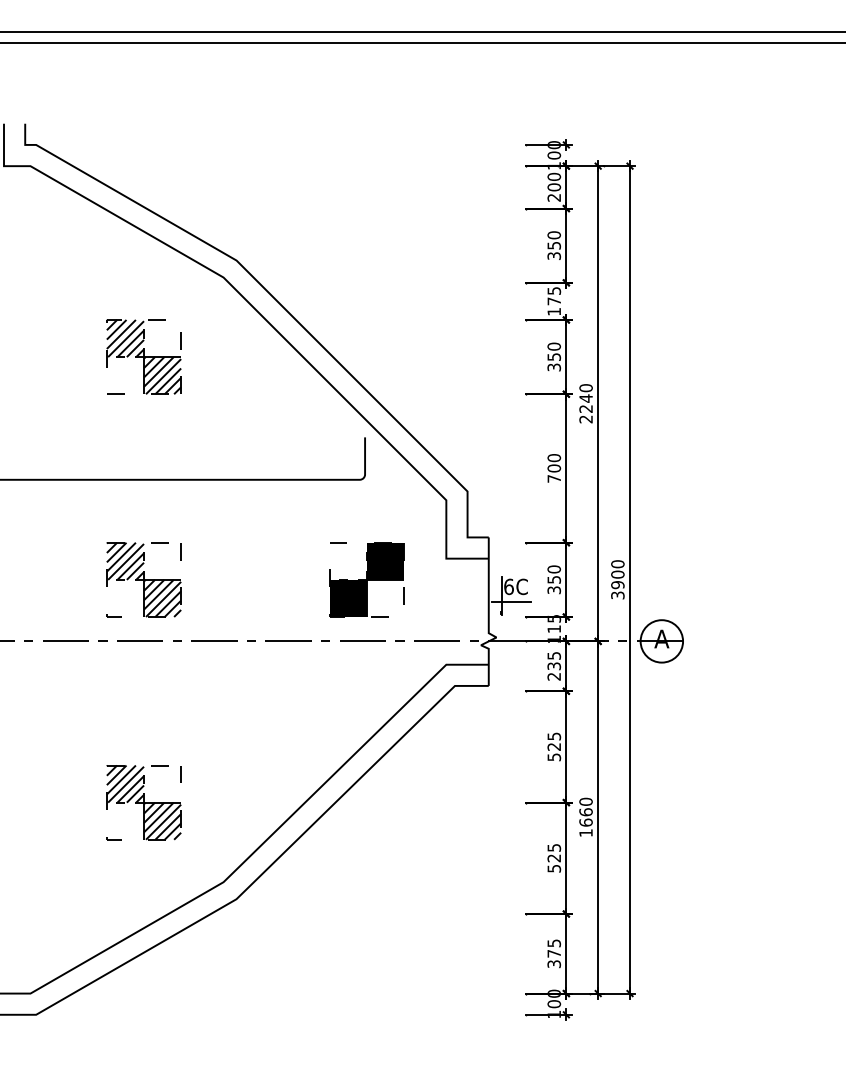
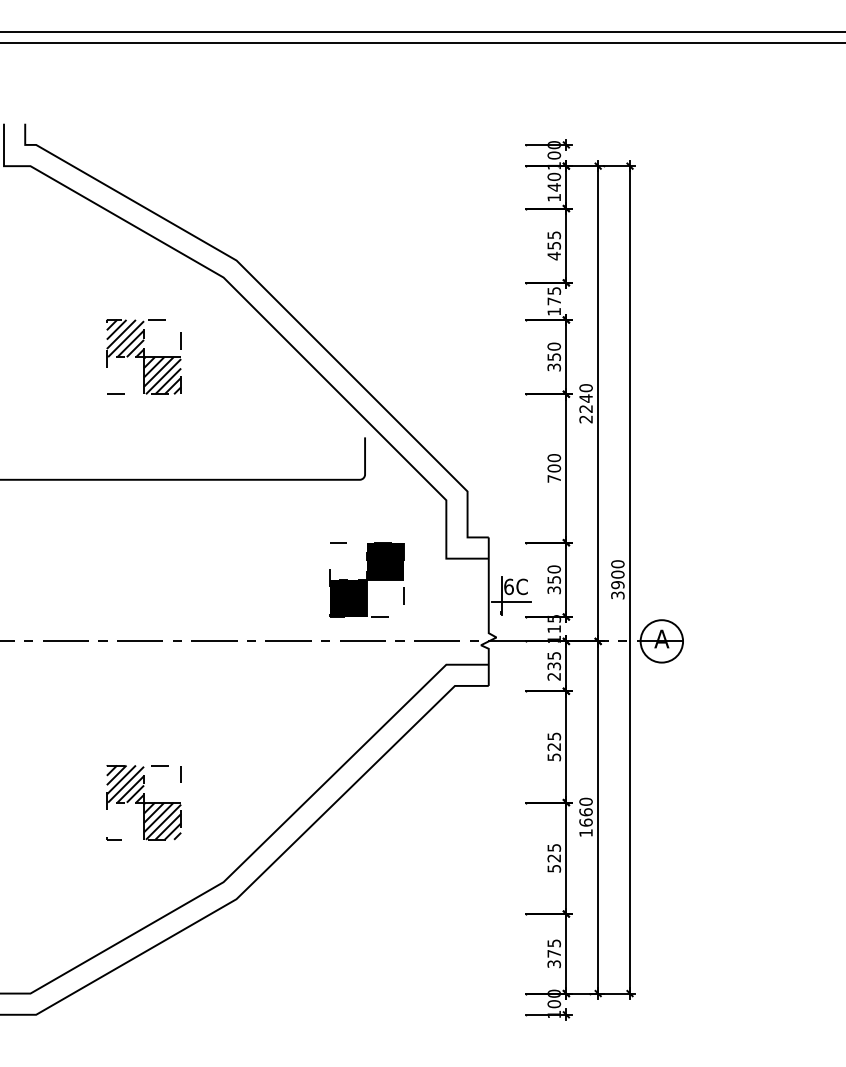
text at (554, 192): 200 -> 140
text at (554, 245): 350 -> 455
part at (143, 579): present -> none
